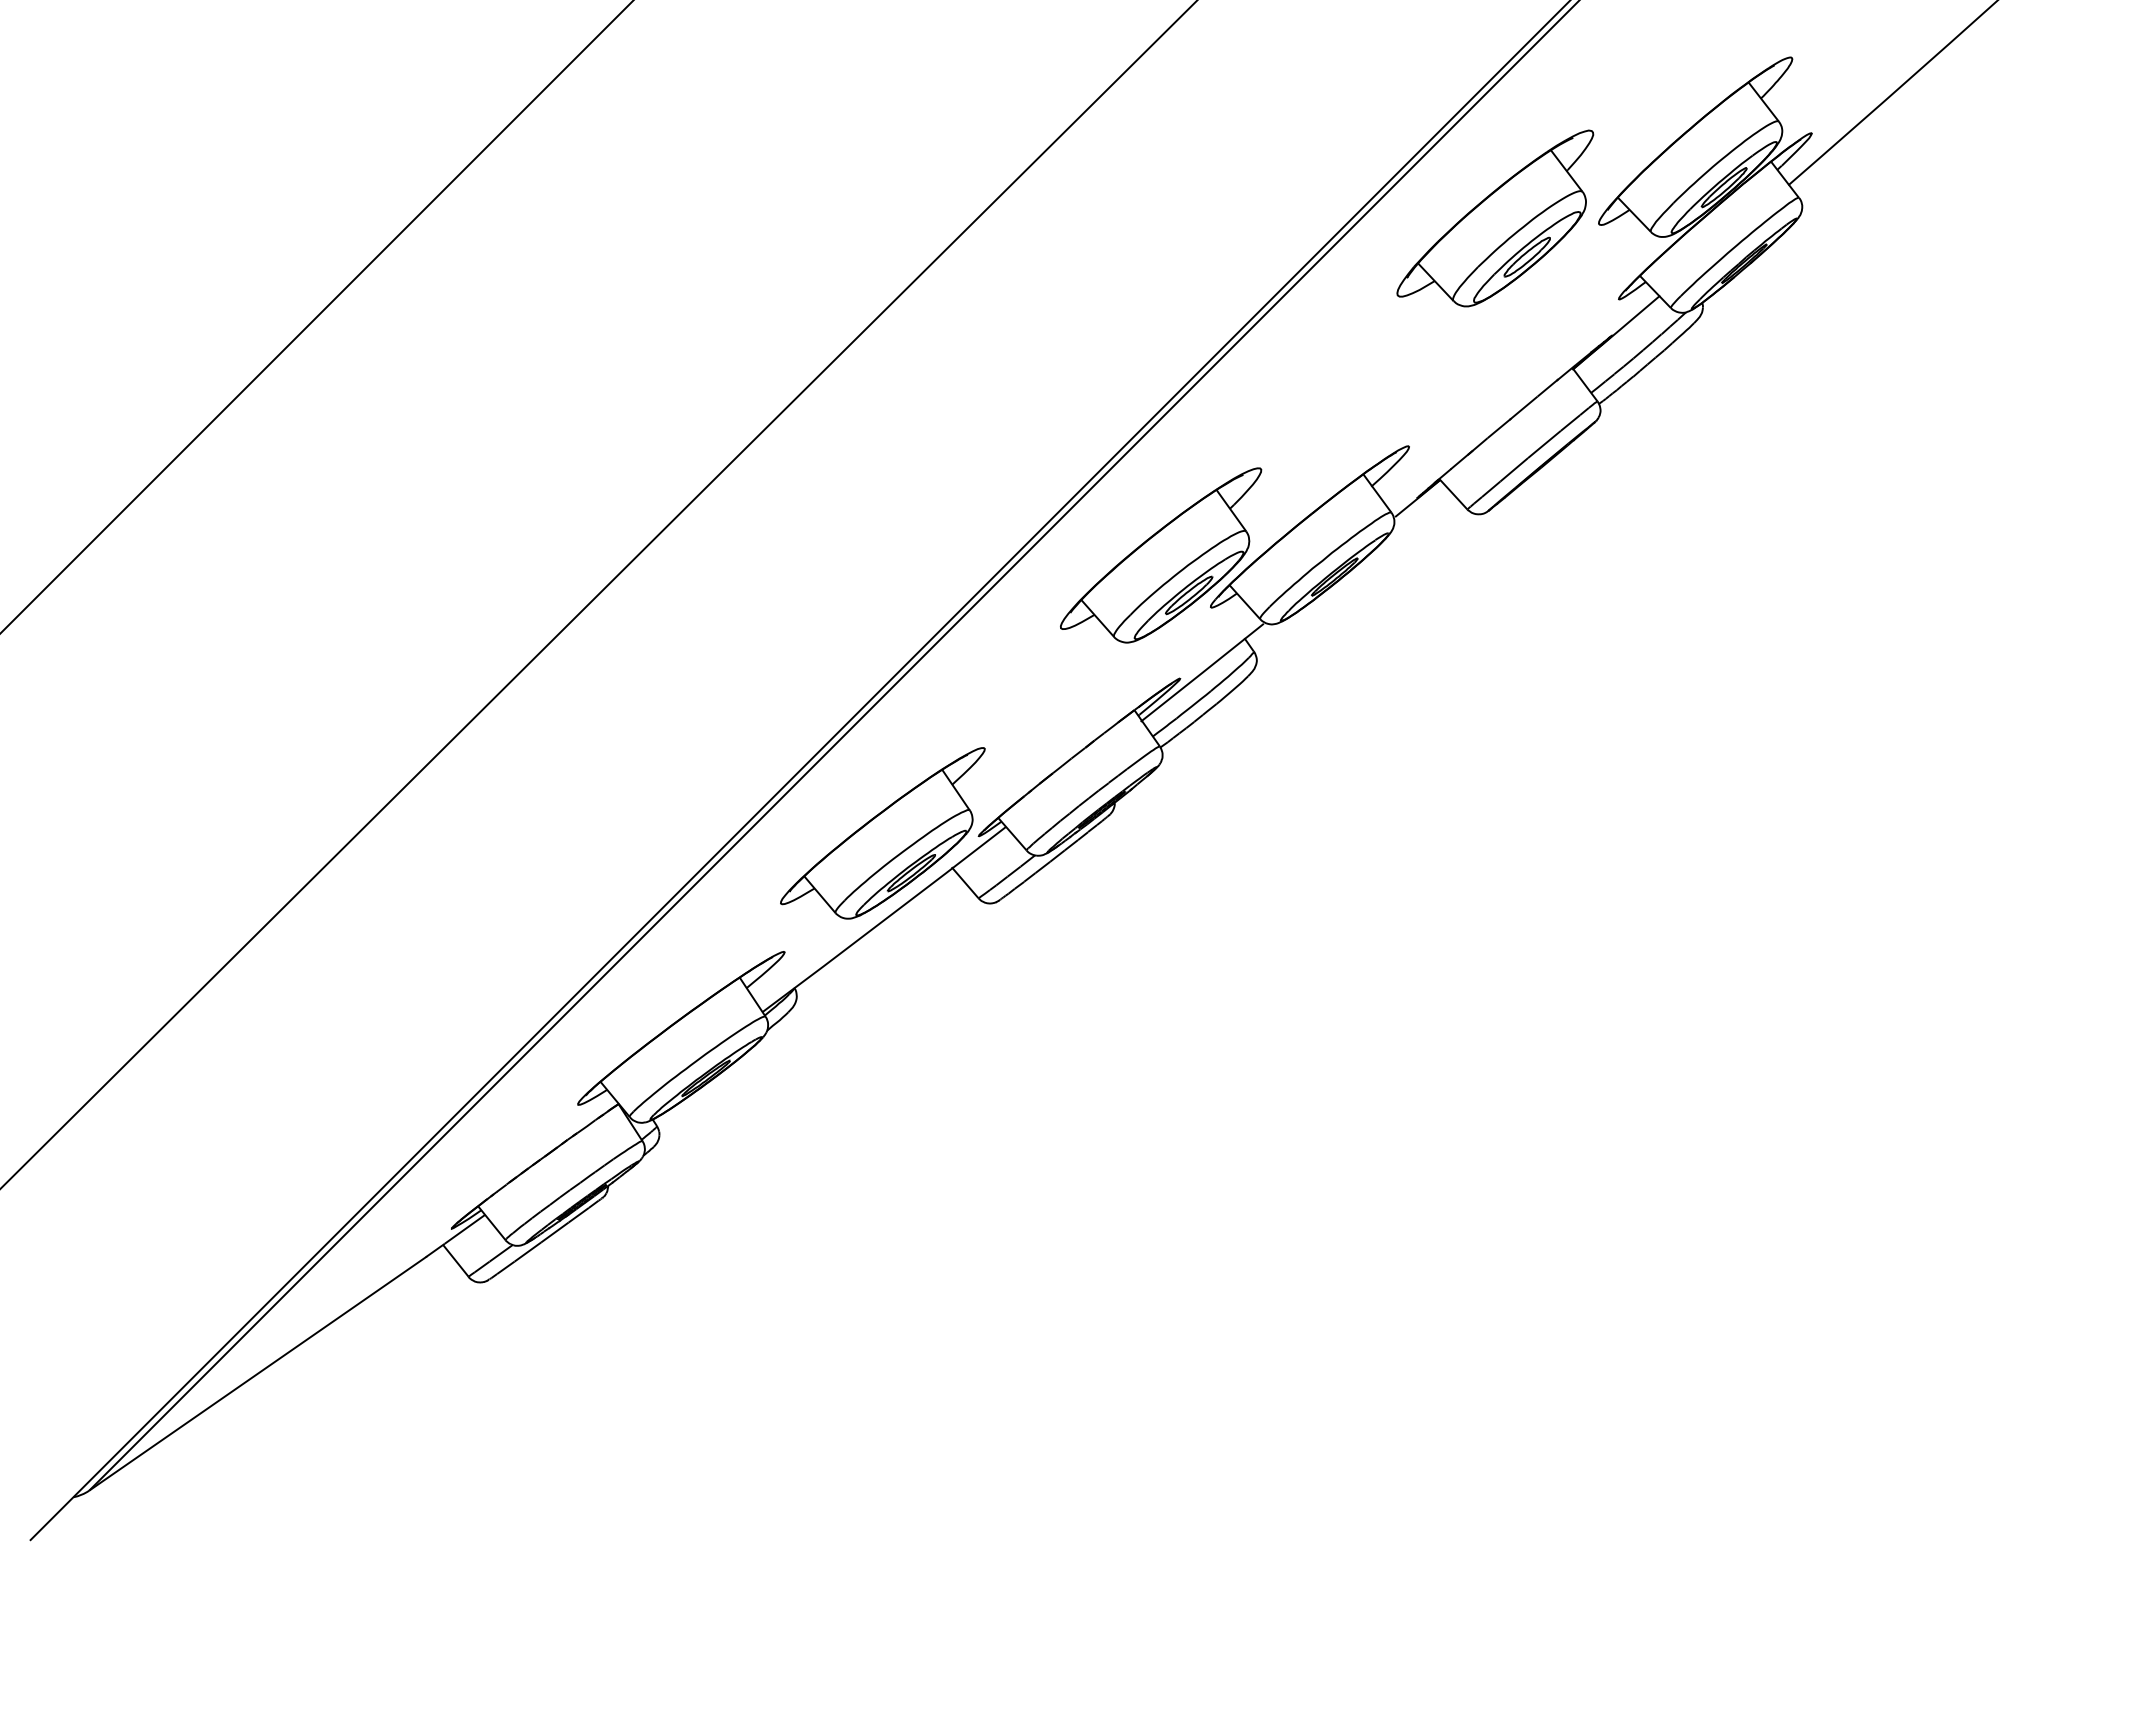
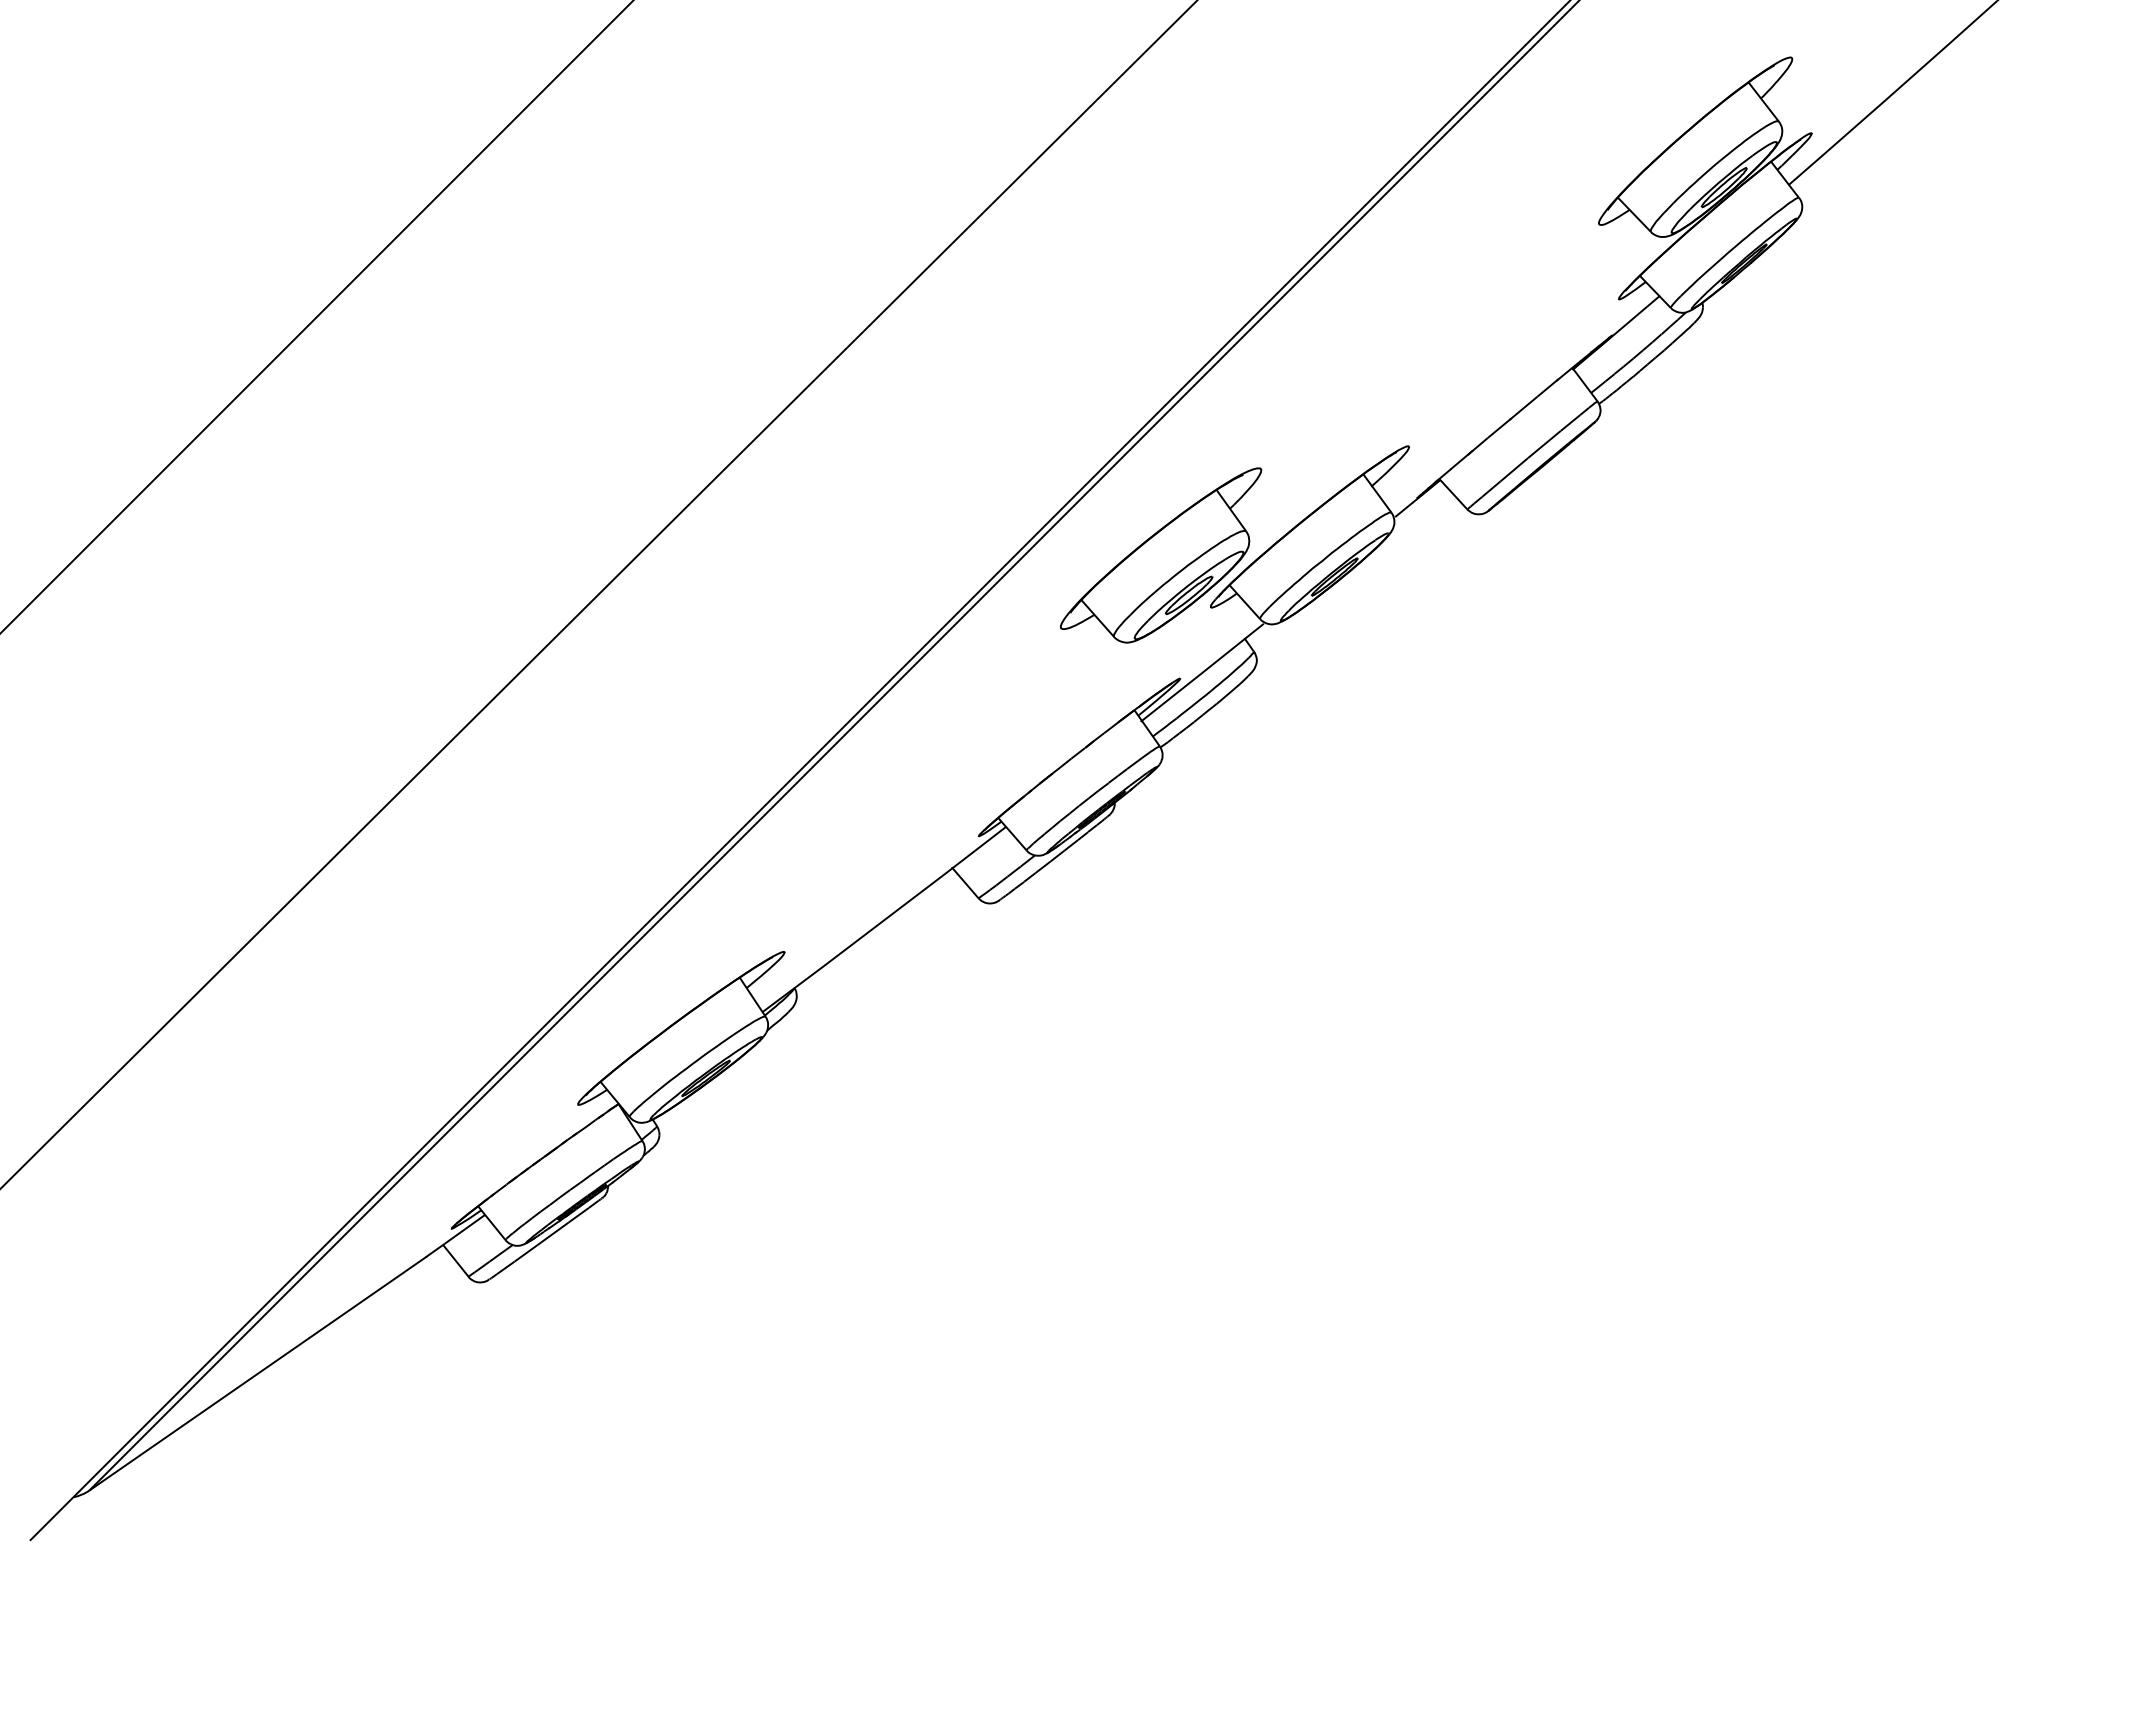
part at (1495, 218): present -> none
part at (882, 833): present -> none
